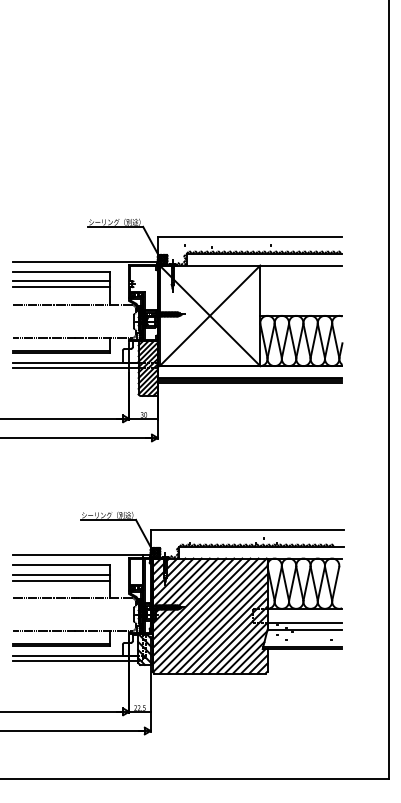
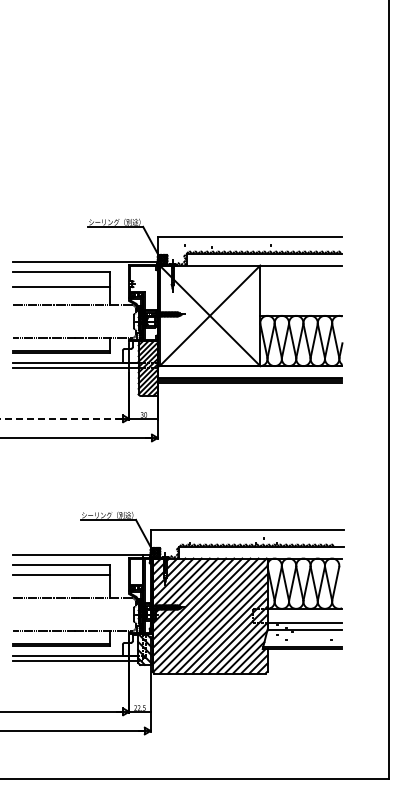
line at (61, 281): present -> none
line at (61, 418): solid -> dashed
line at (61, 580): present -> none
